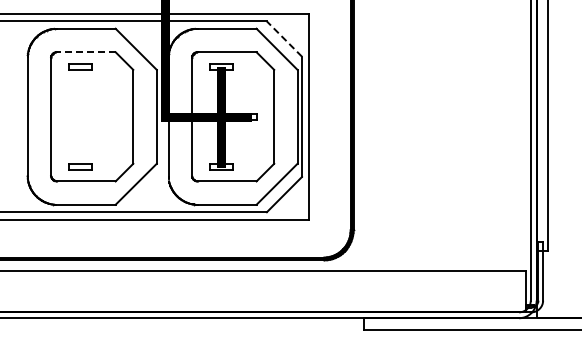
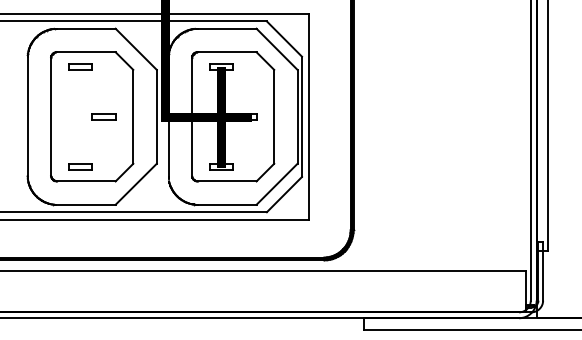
line at (284, 39): dashed -> solid
line at (85, 52): dashed -> solid
part at (103, 116): none -> present
